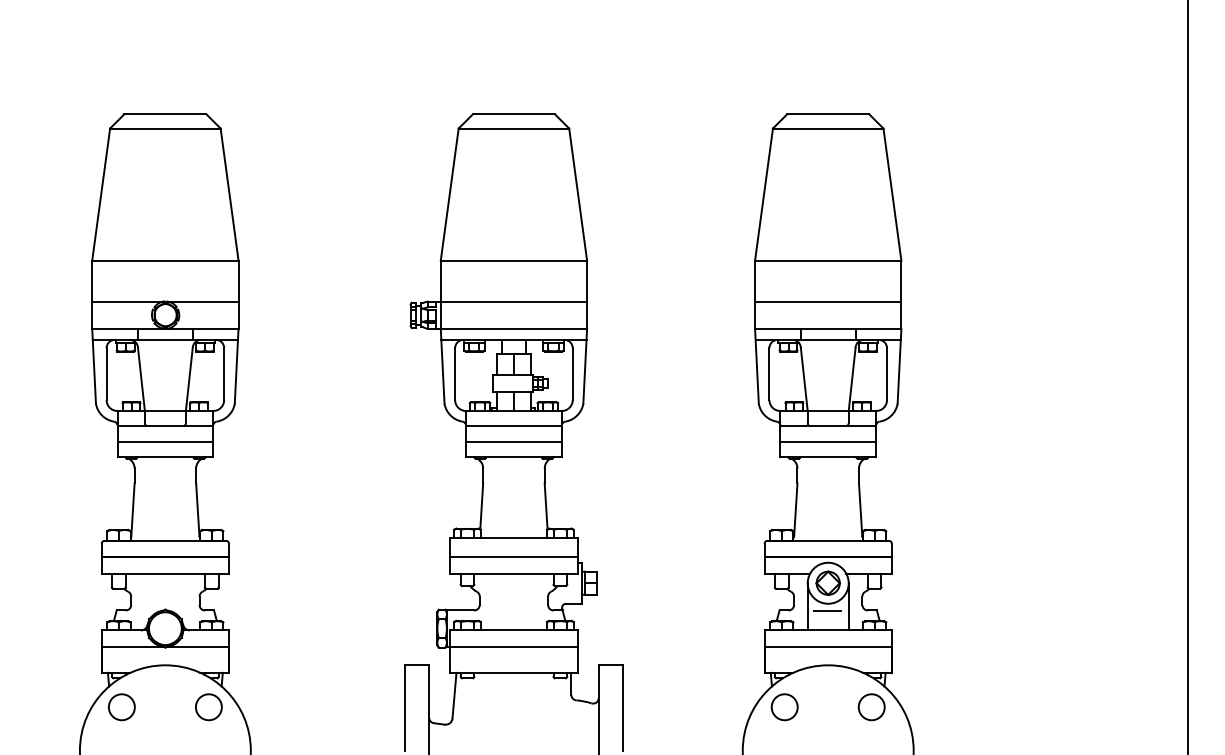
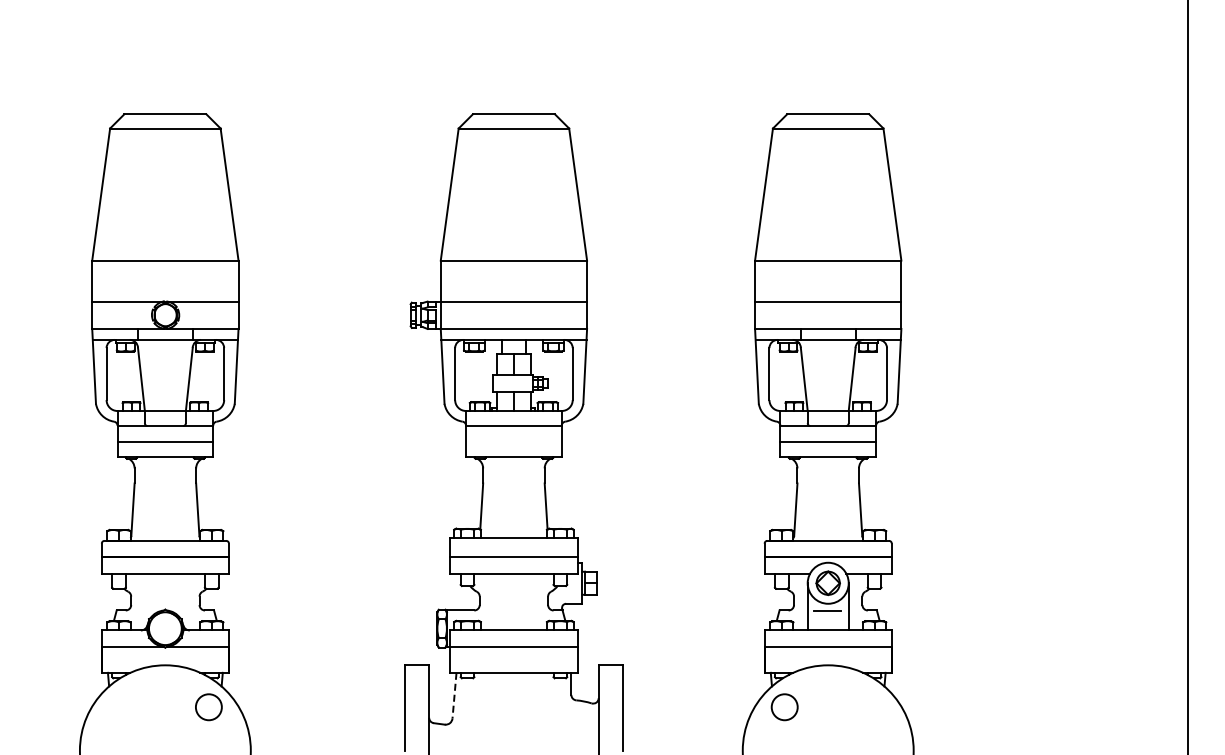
line at (513, 442): present -> none
line at (454, 695): solid -> dashed
circle at (121, 707): present -> none
circle at (871, 707): present -> none
